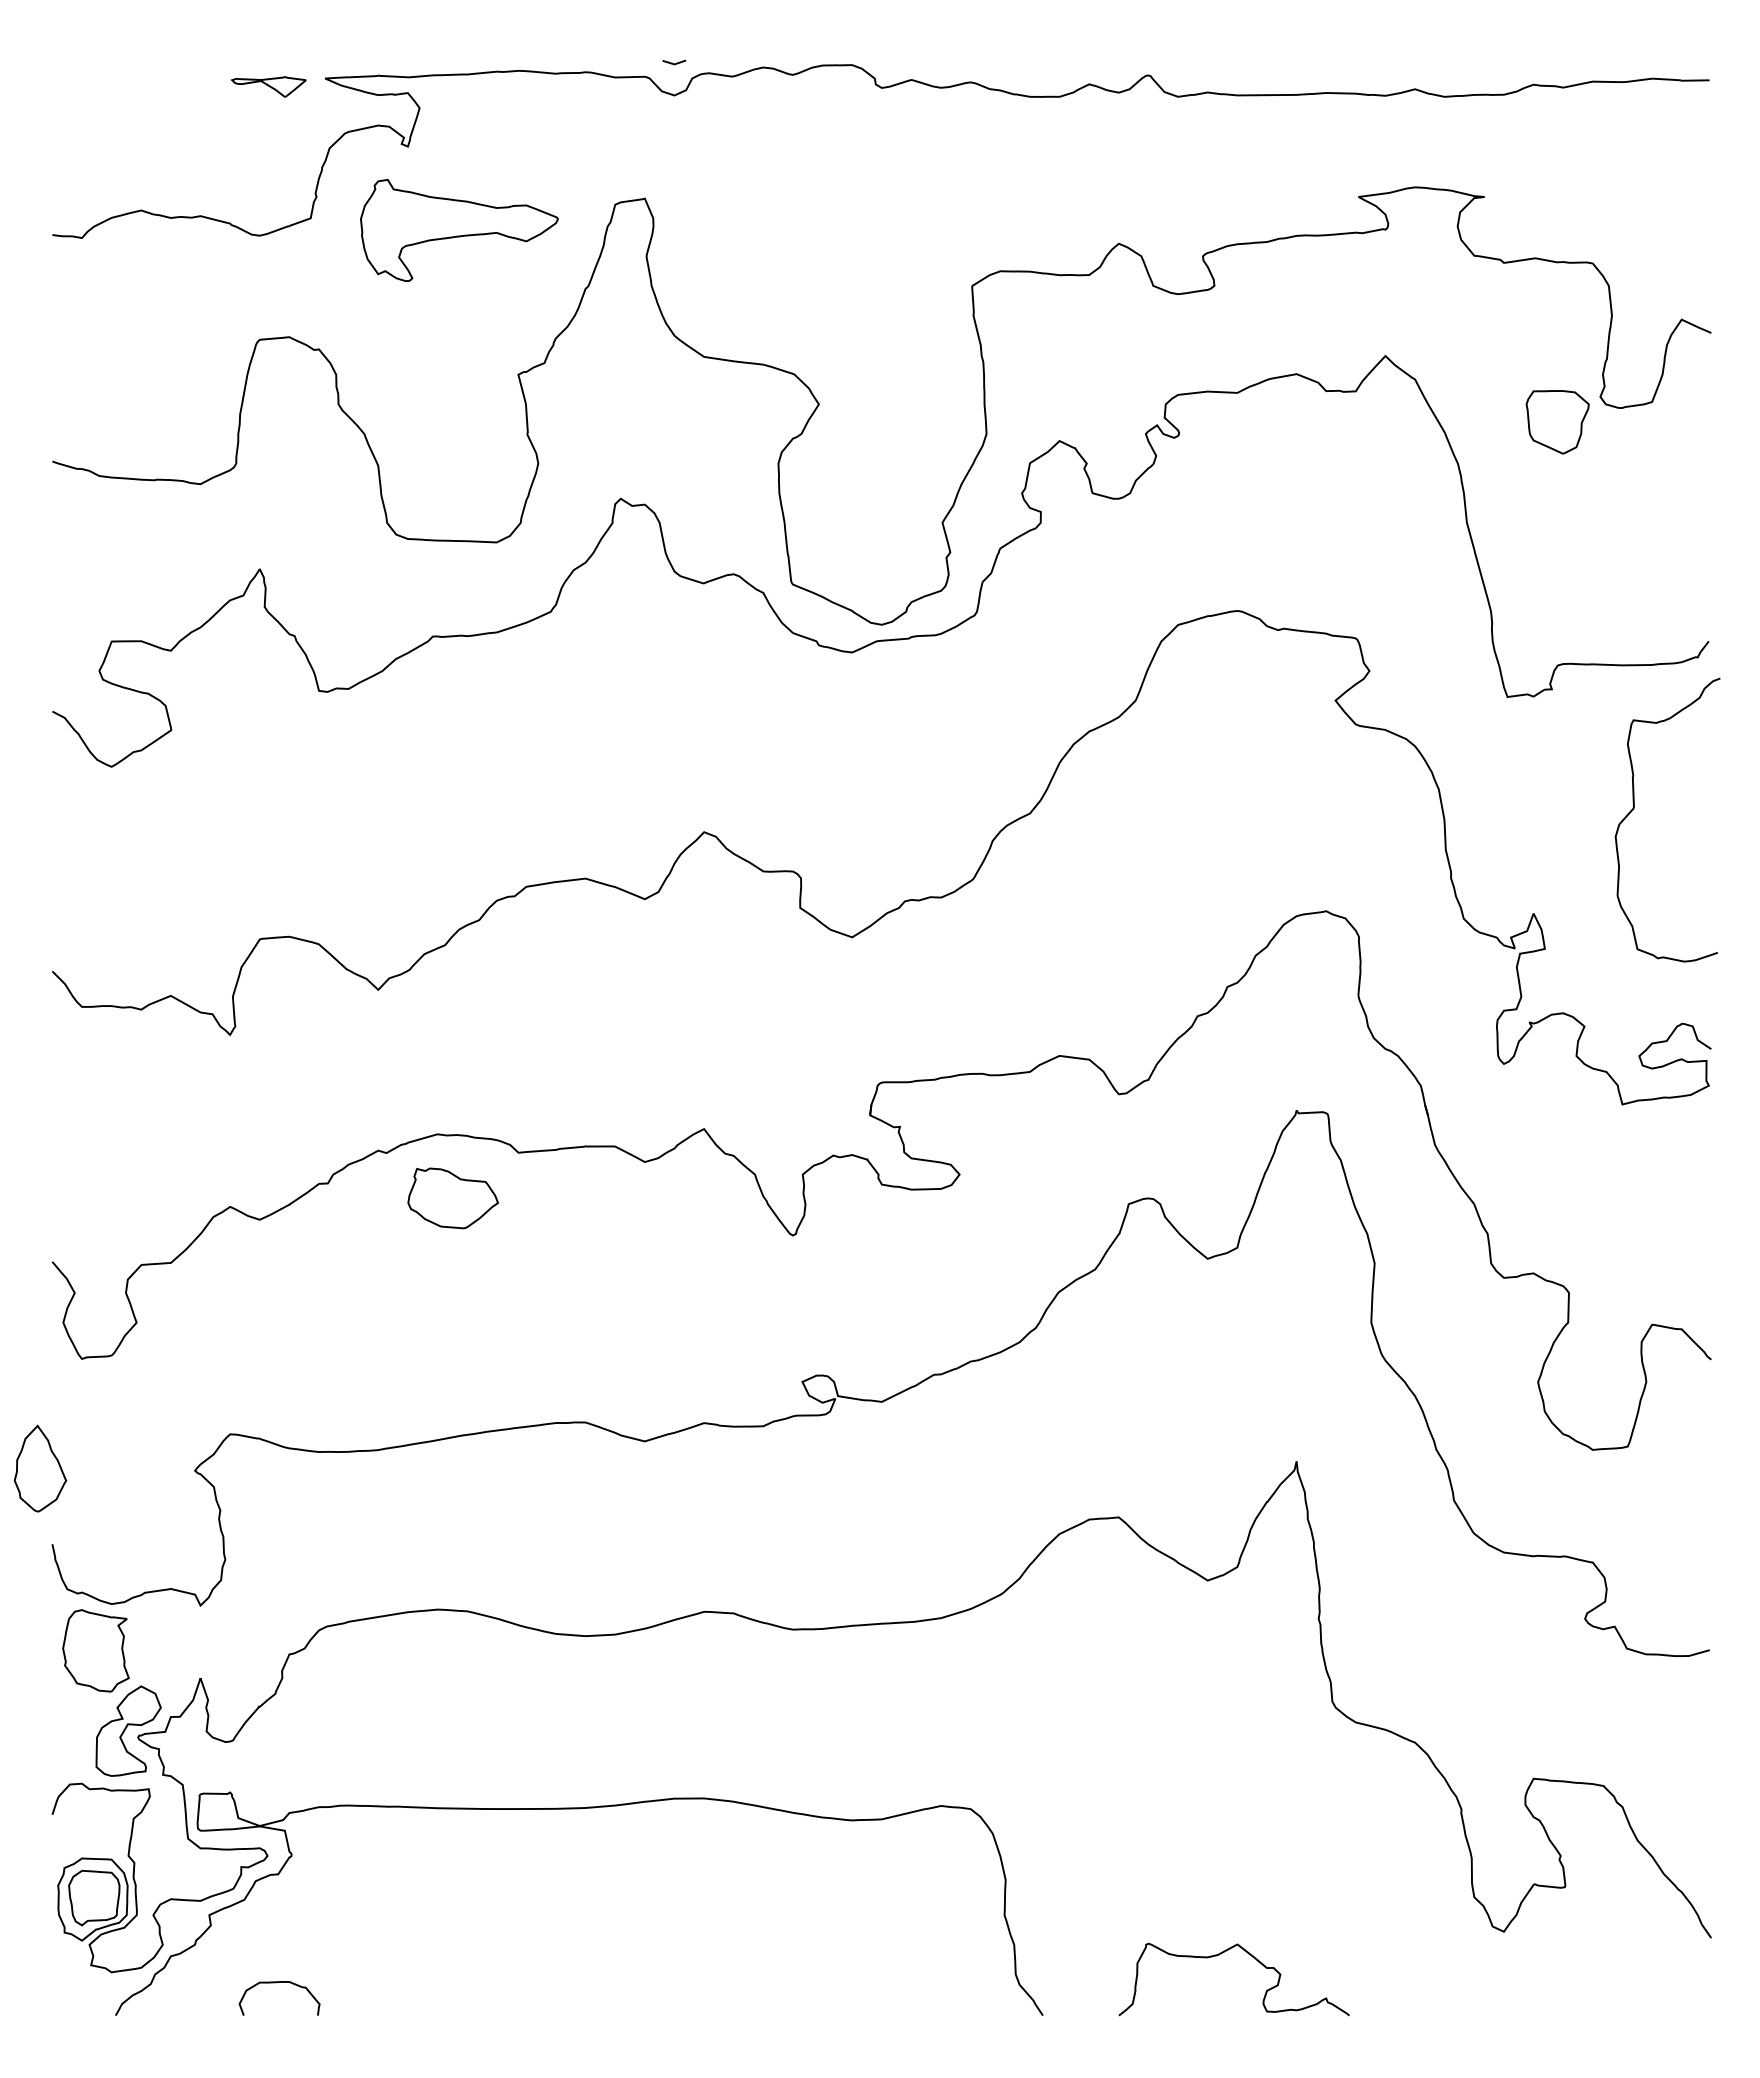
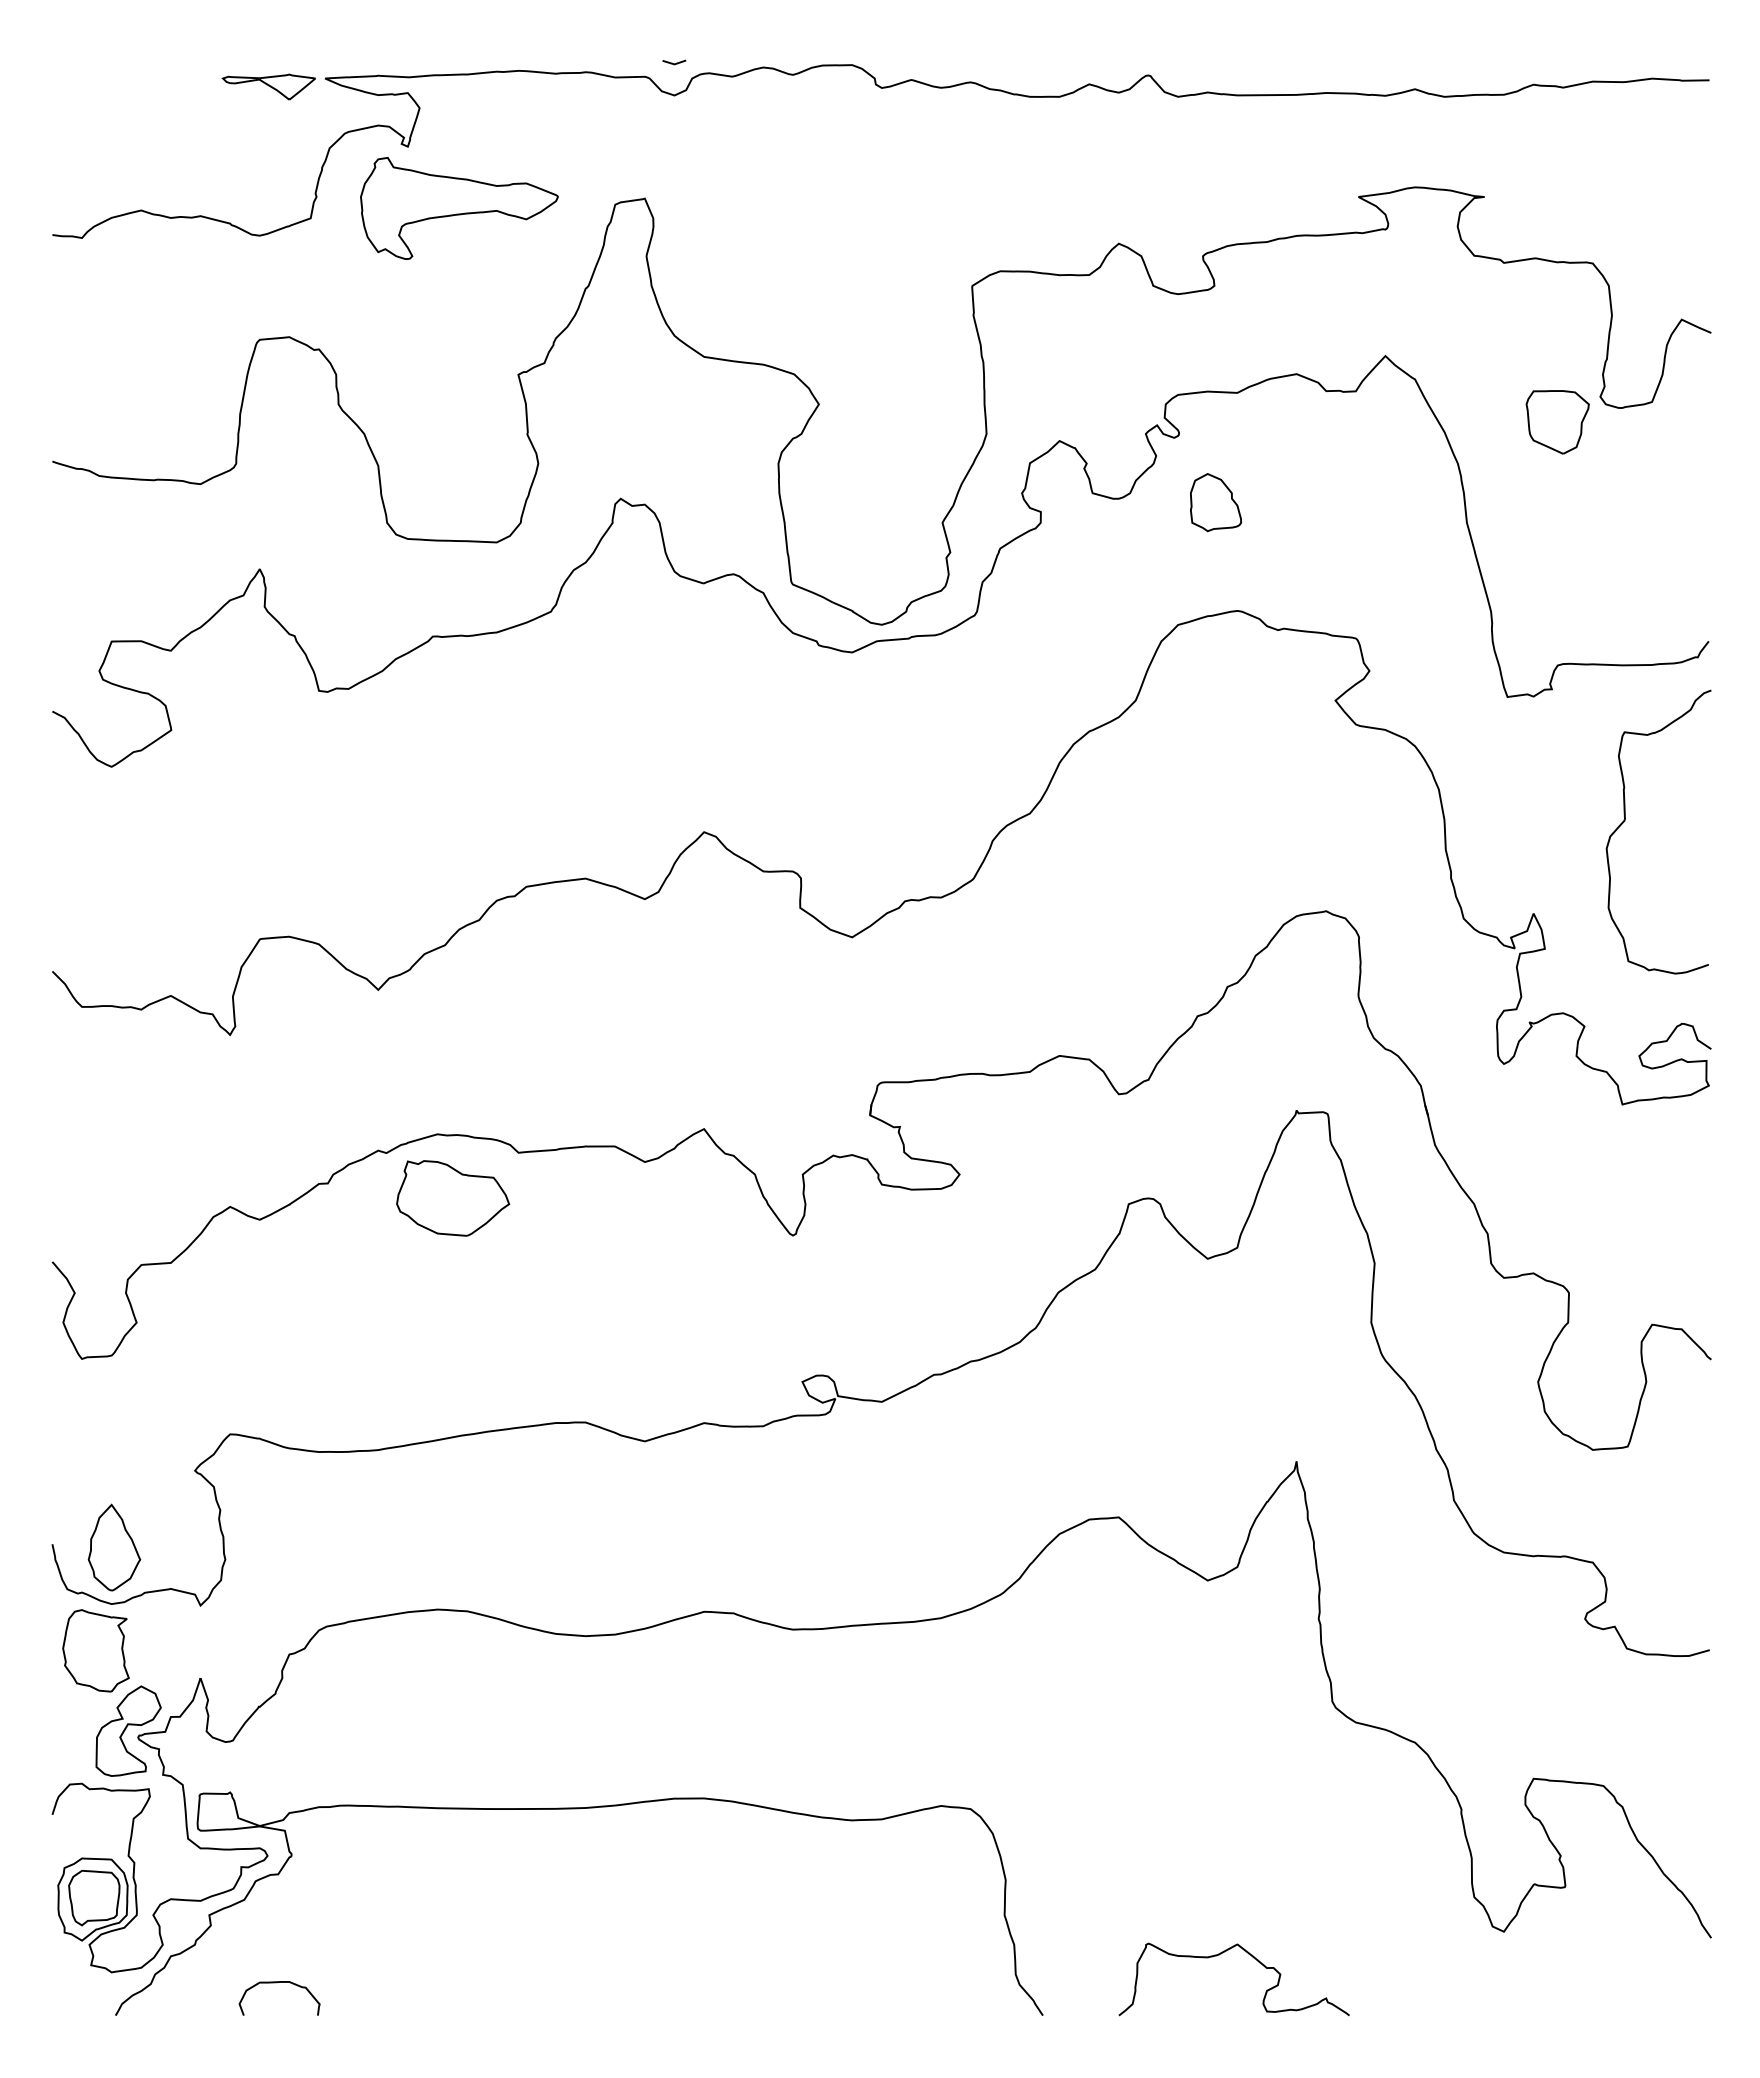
part at (268, 86) size: 77x22 px -> 95x28 px
part at (459, 230) position: (459, 230) -> (459, 208)
part at (1215, 502): none -> present
curve at (1634, 809) position: (1634, 809) -> (1625, 821)
part at (452, 1198) size: 92x63 px -> 115x77 px
part at (40, 1468) position: (40, 1468) -> (114, 1547)
